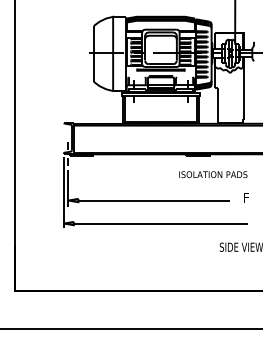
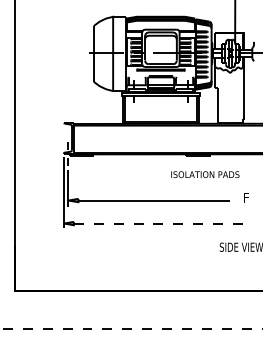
text at (213, 174) position: (213, 174) -> (205, 174)
line at (160, 223): solid -> dashed
line at (130, 328): solid -> dashed
